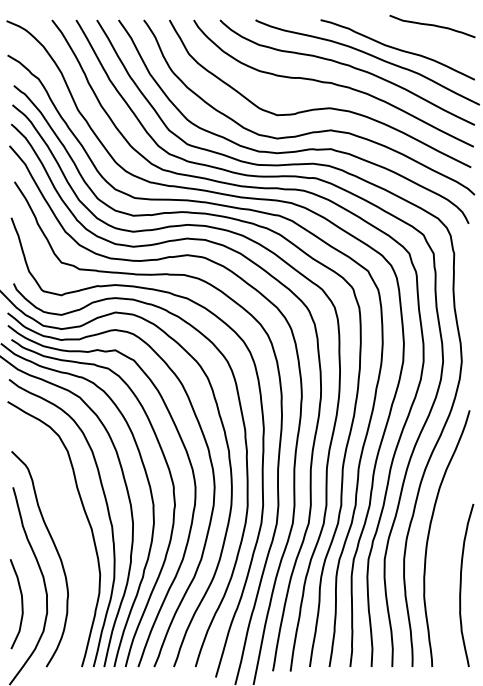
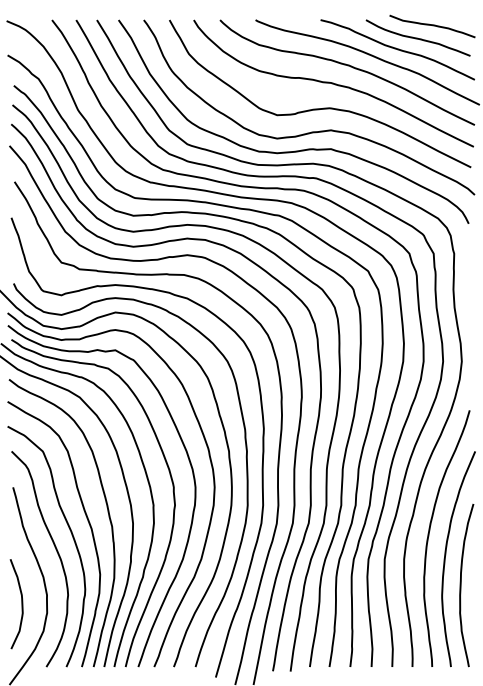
curve at (417, 37): none -> present
curve at (72, 538): none -> present
curve at (446, 555): none -> present
